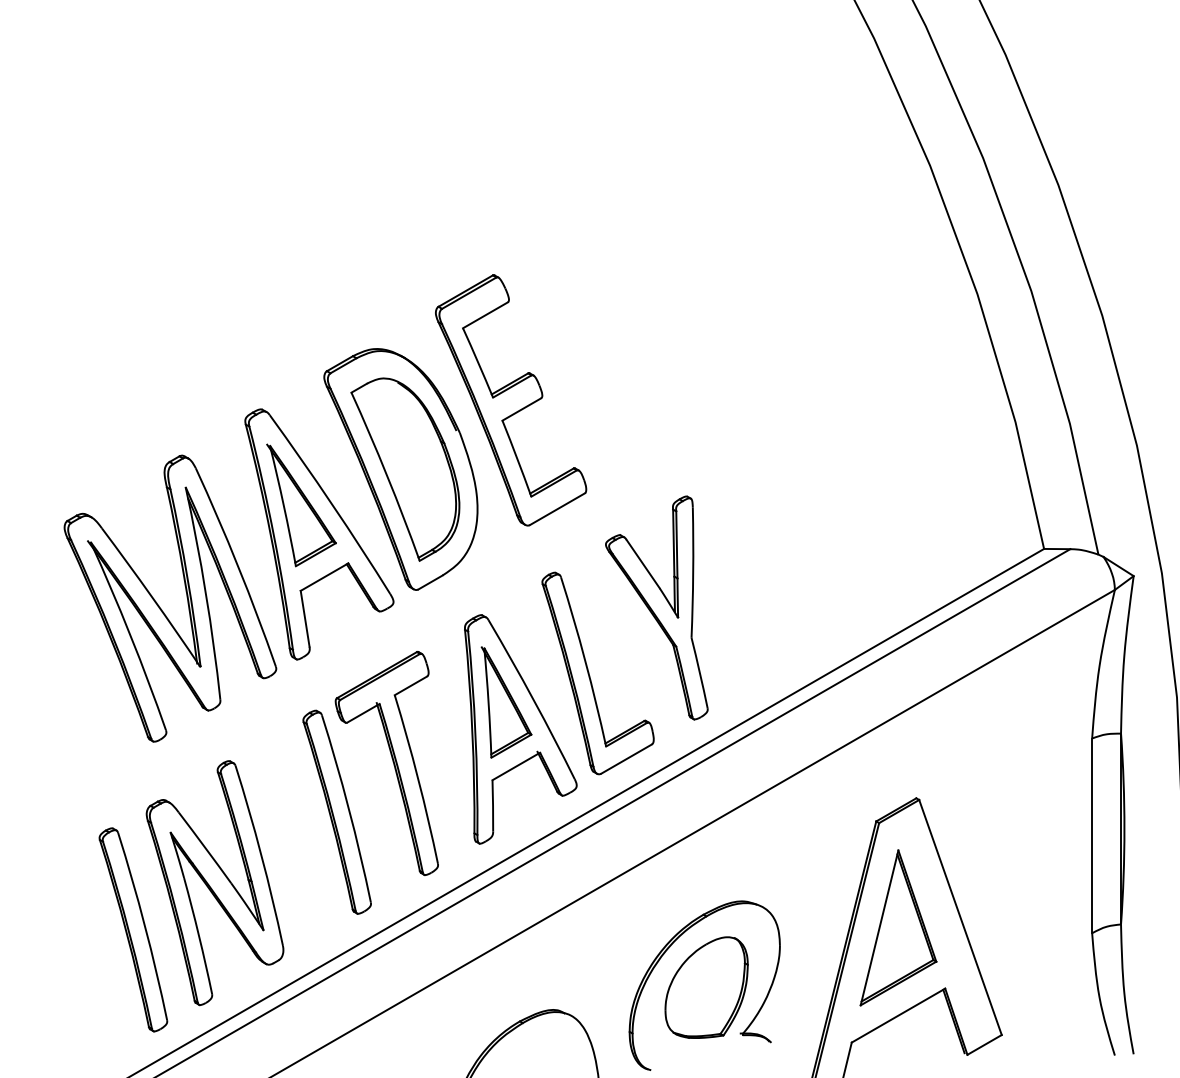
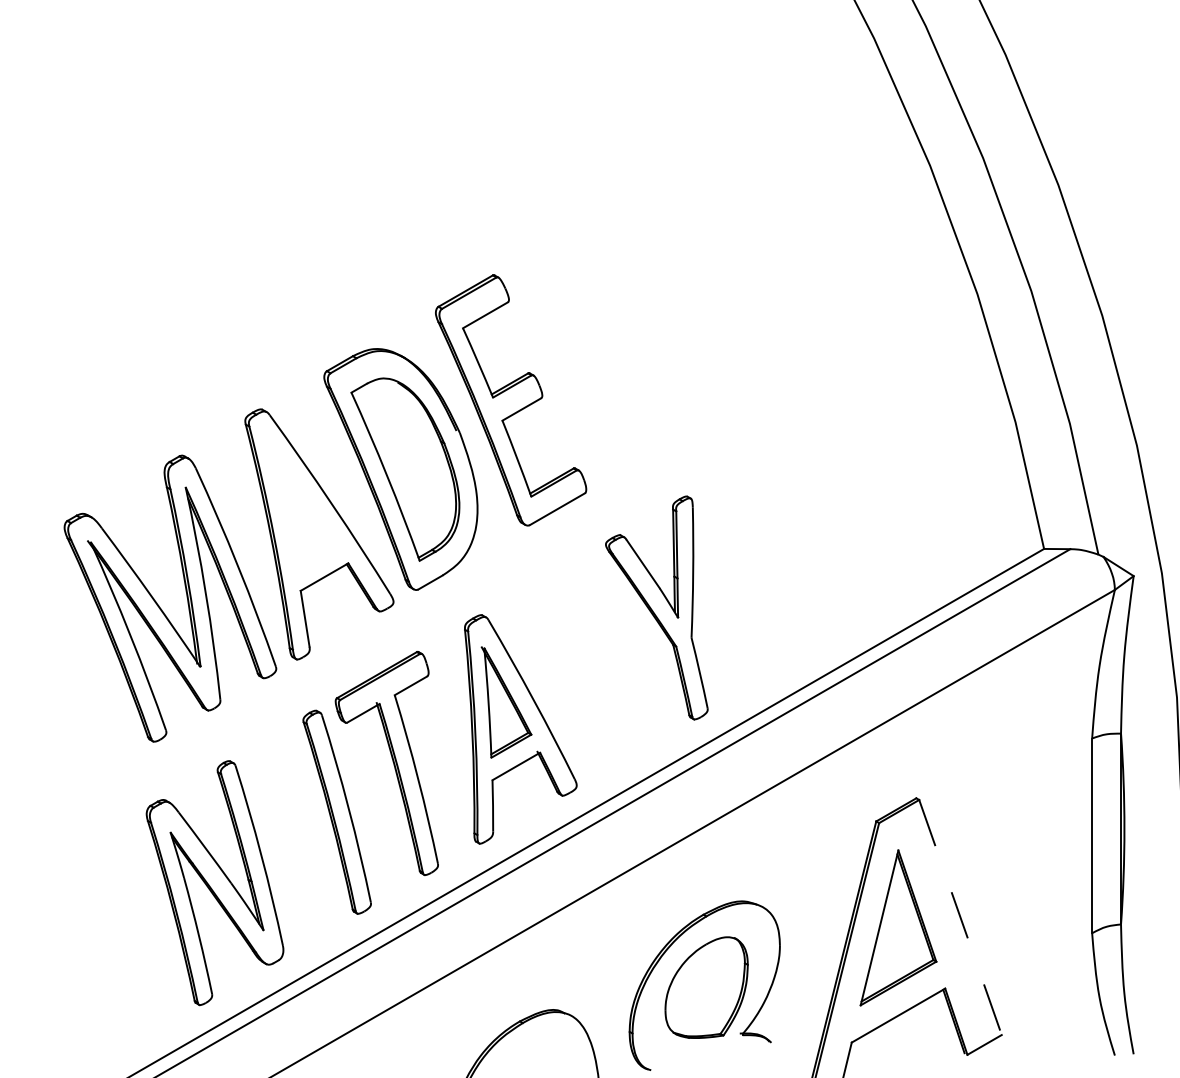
part at (301, 505): present -> none
part at (590, 675): present -> none
line at (960, 917): solid -> dashed
part at (133, 929): present -> none
